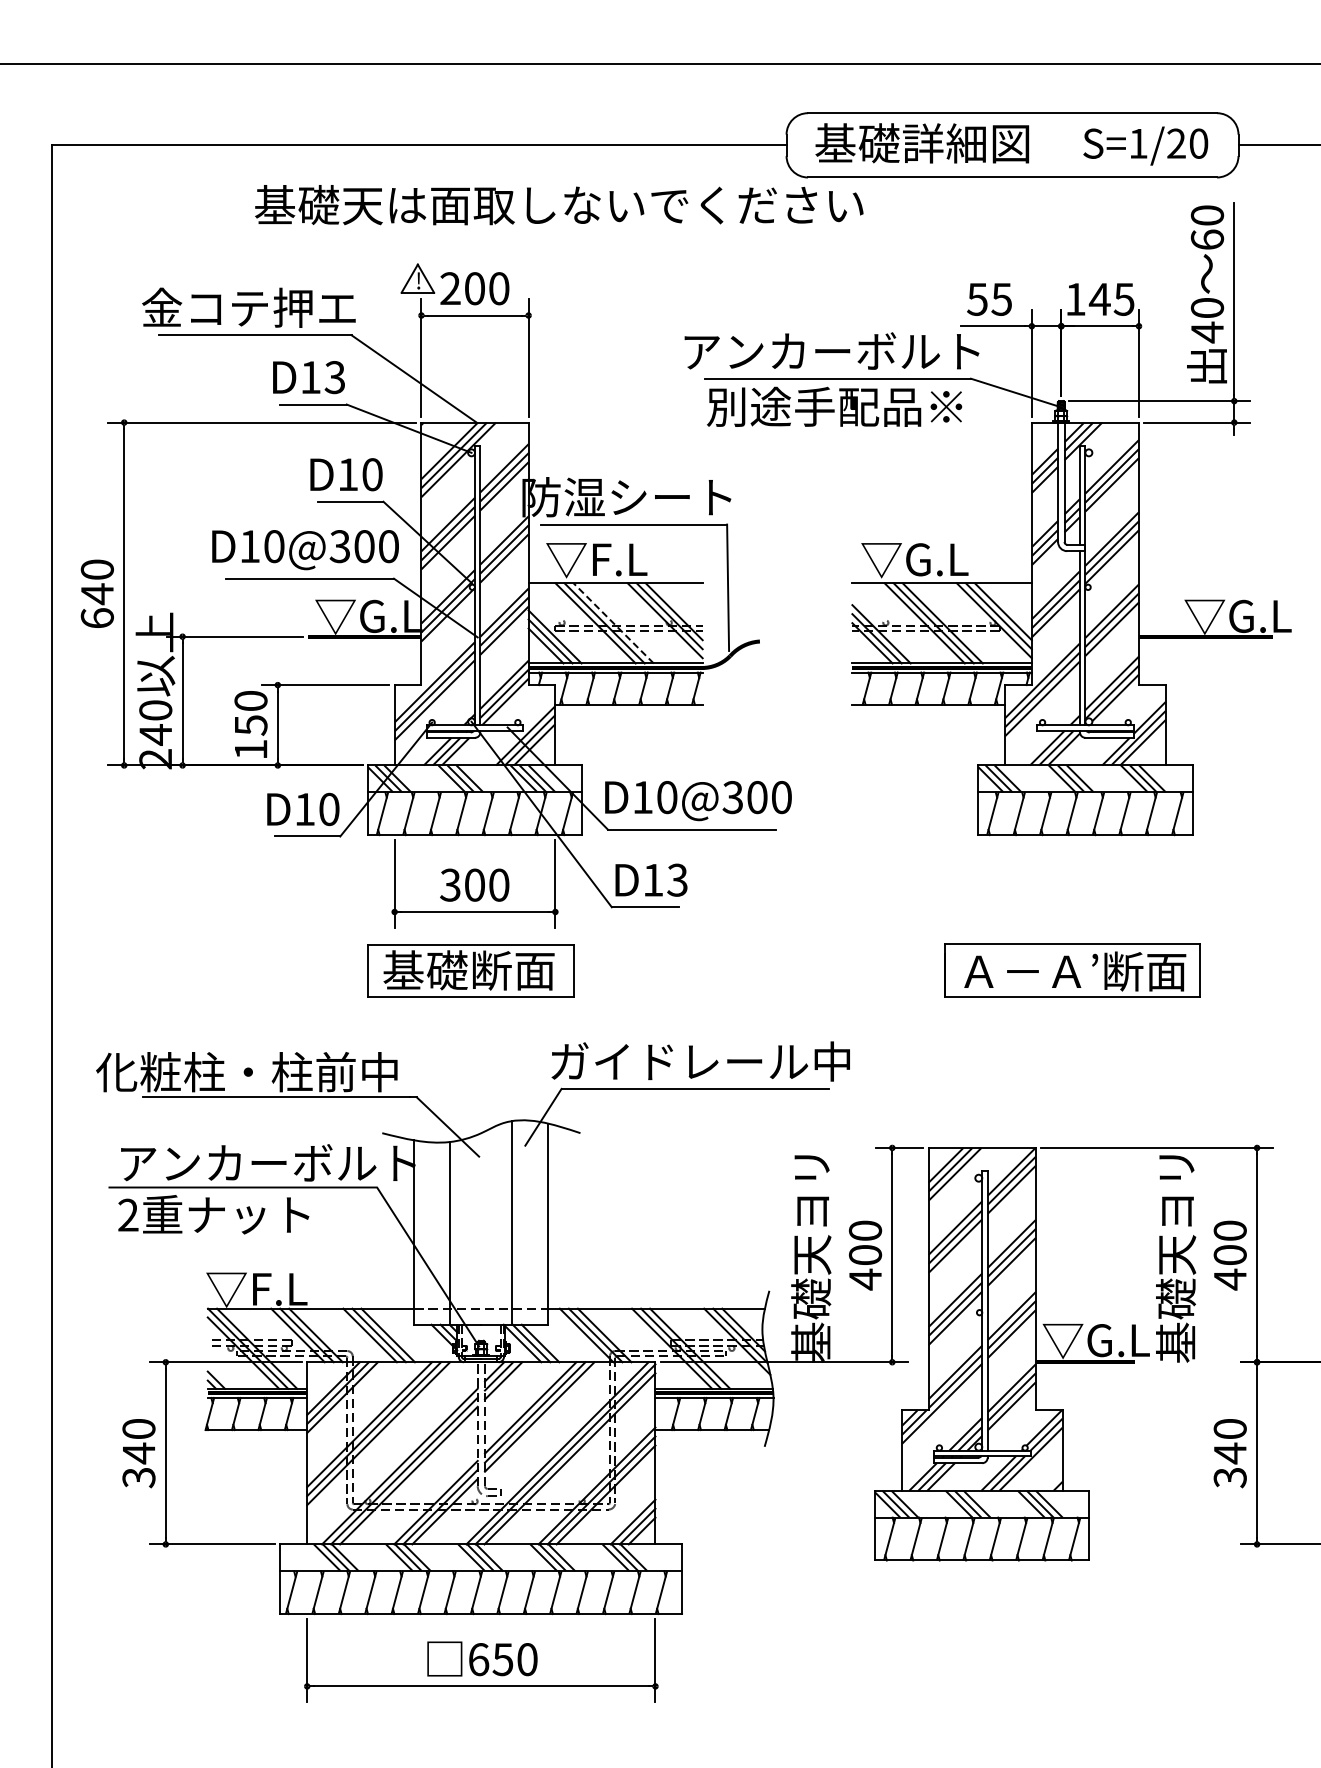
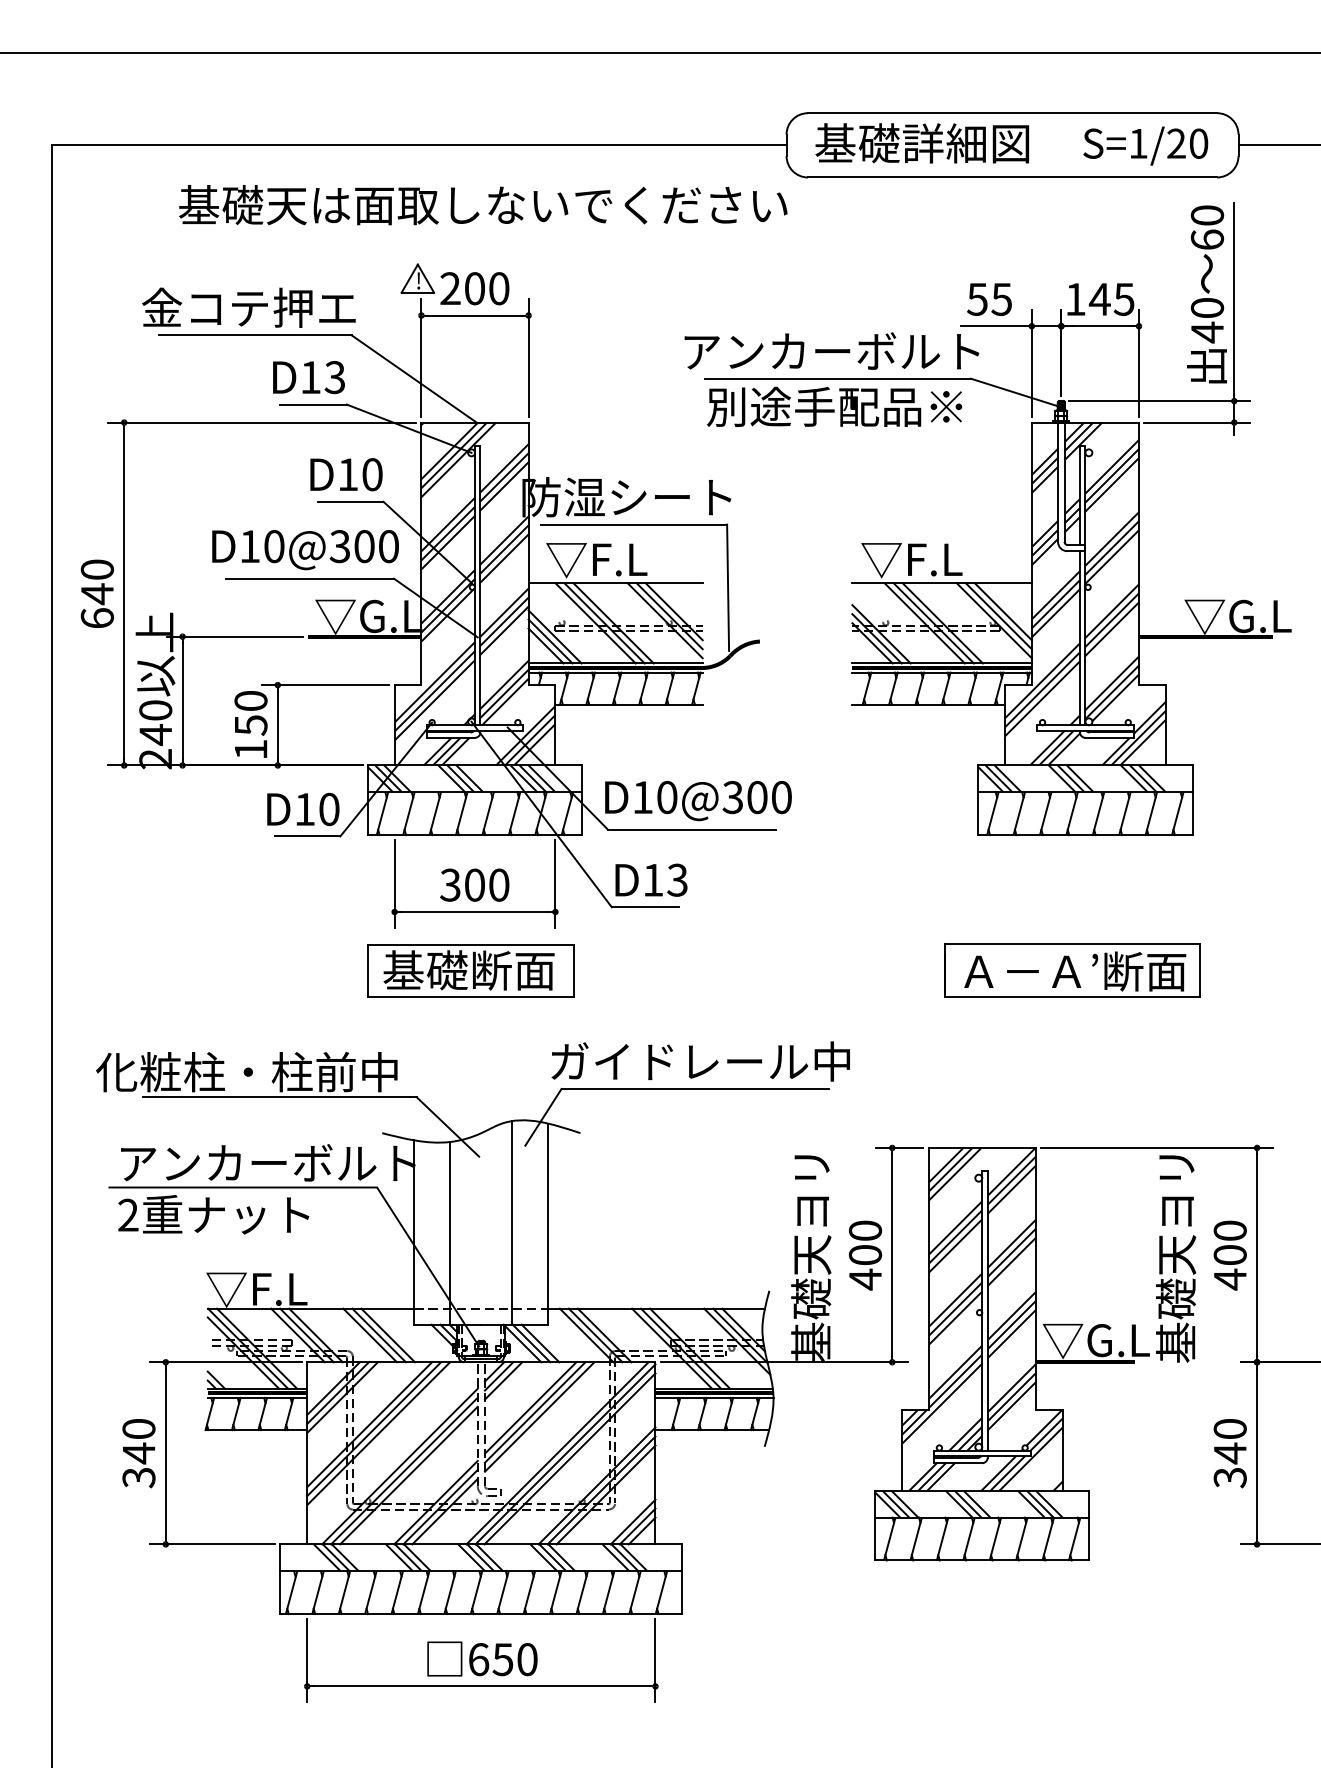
line at (659, 64) position: (659, 64) -> (659, 53)
text at (559, 205) position: (559, 205) -> (483, 205)
text at (937, 559): ▽G.L -> ▽F.L
line at (613, 623): dashed -> solid
